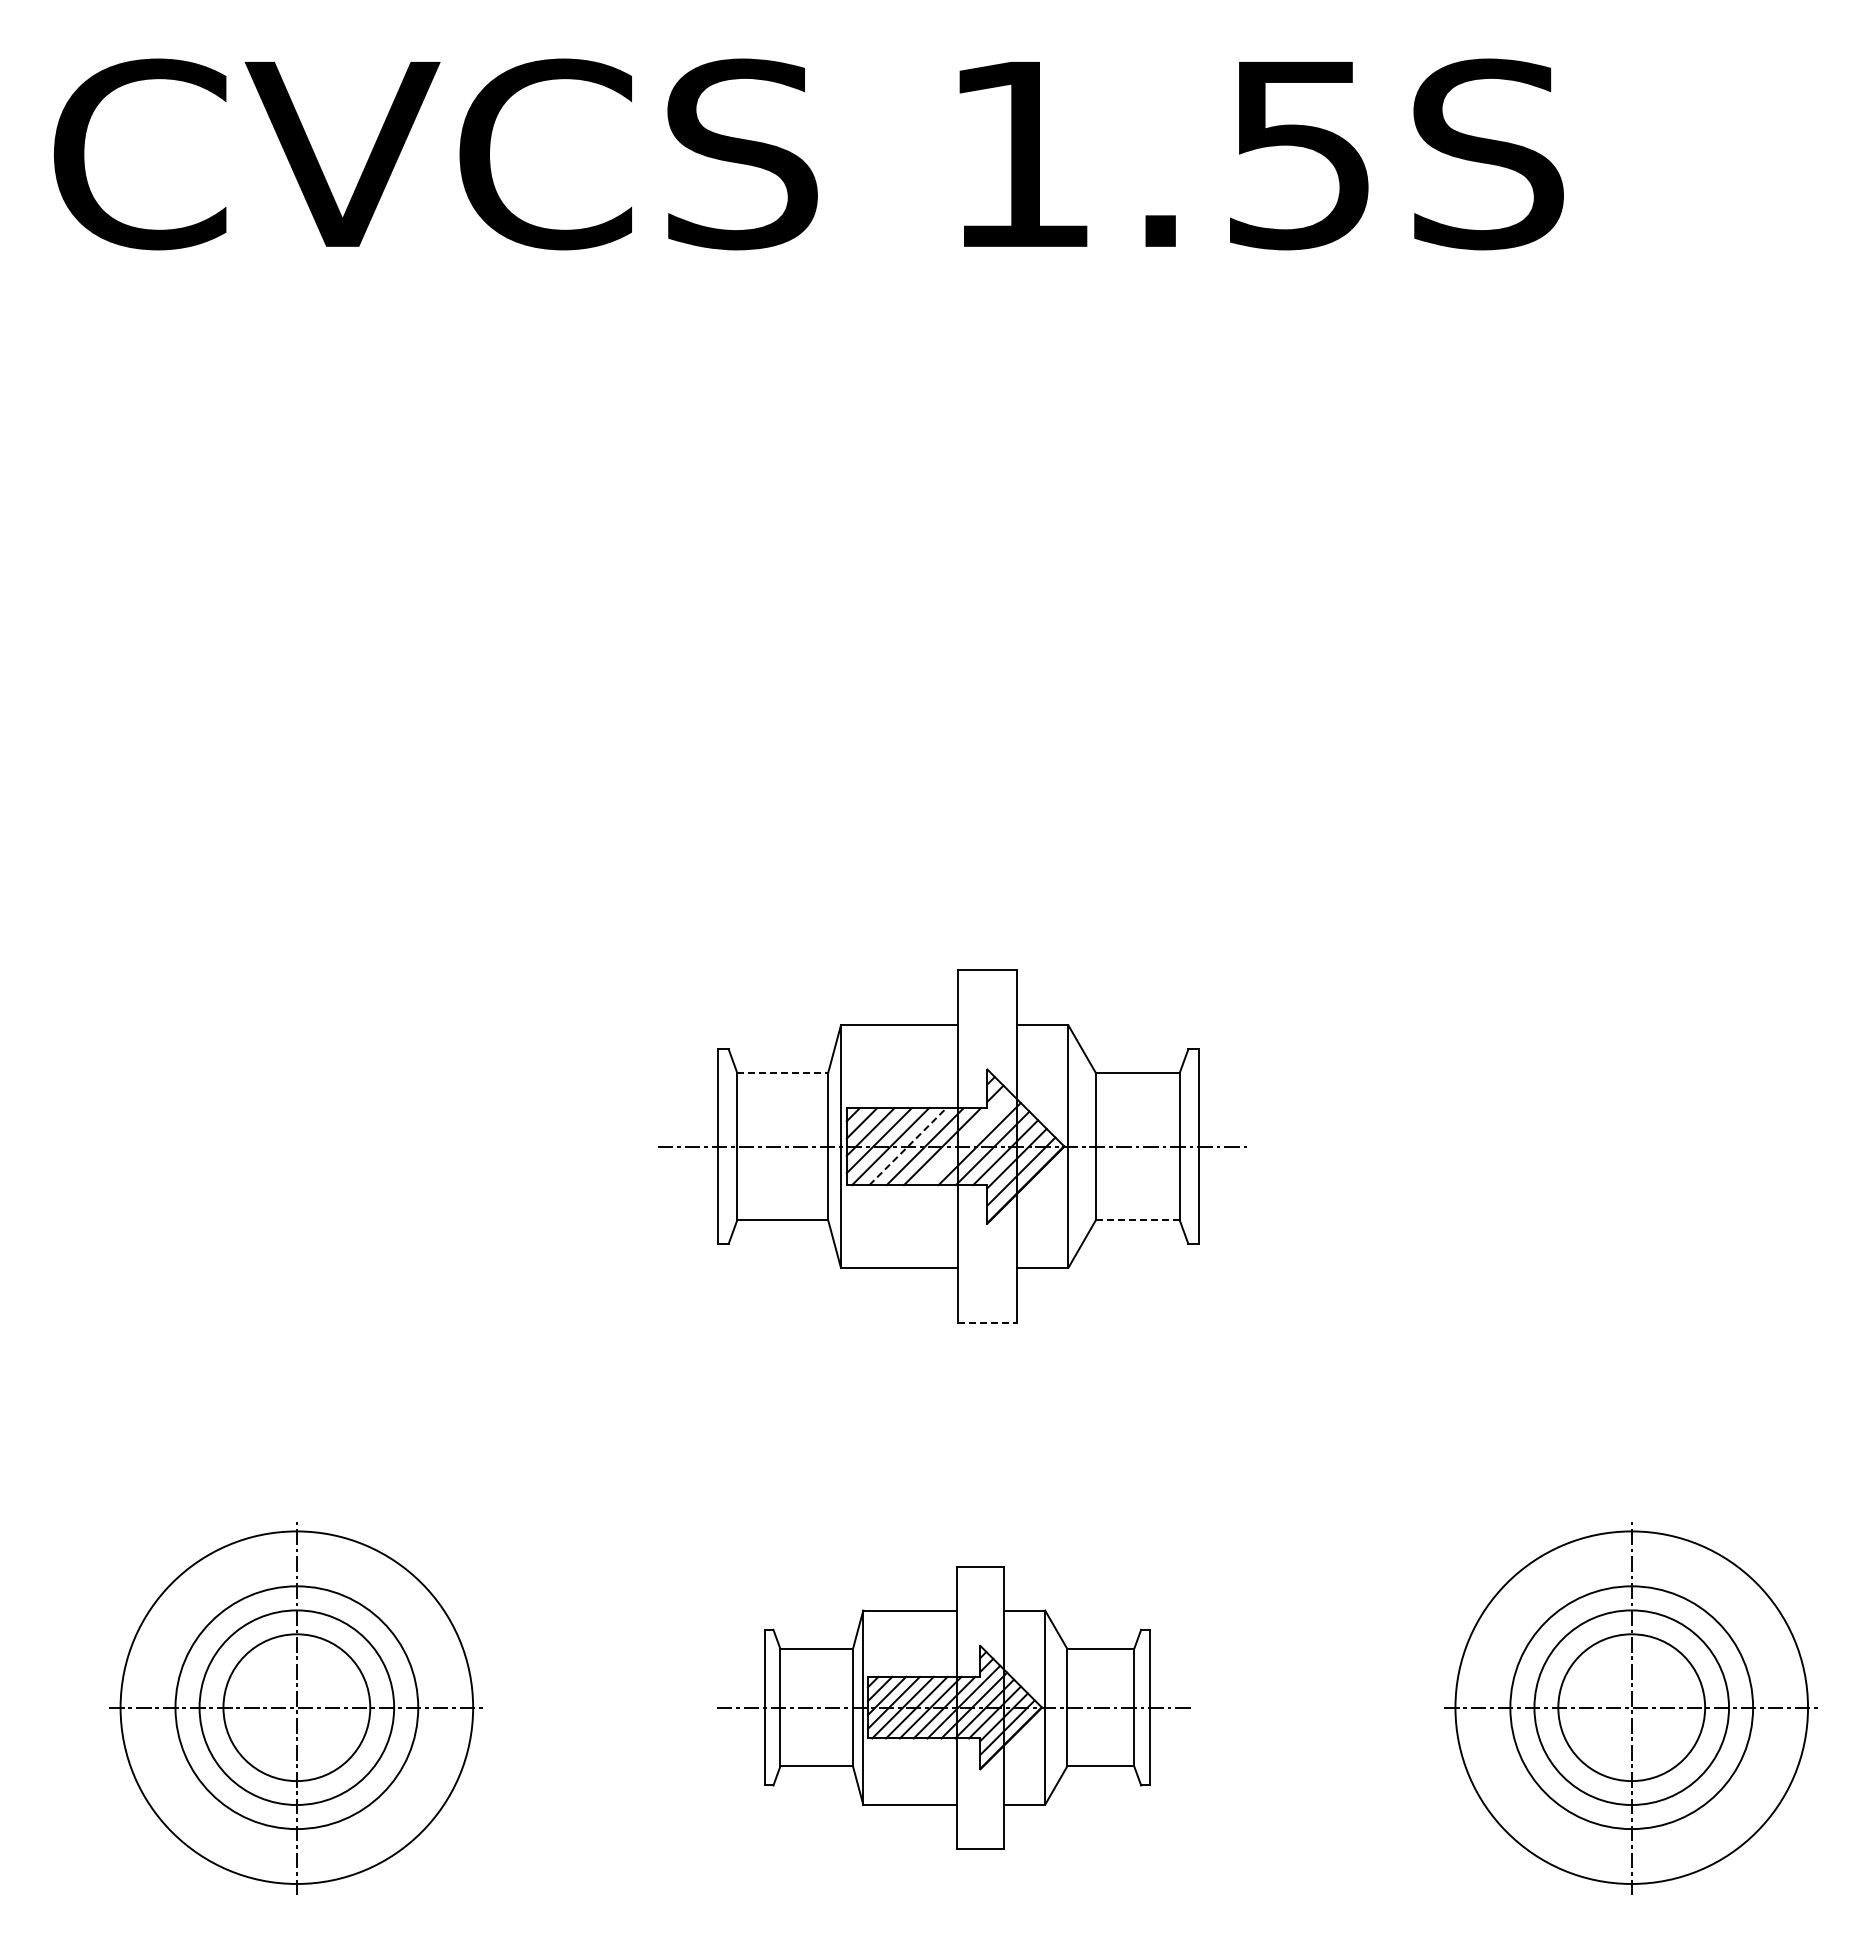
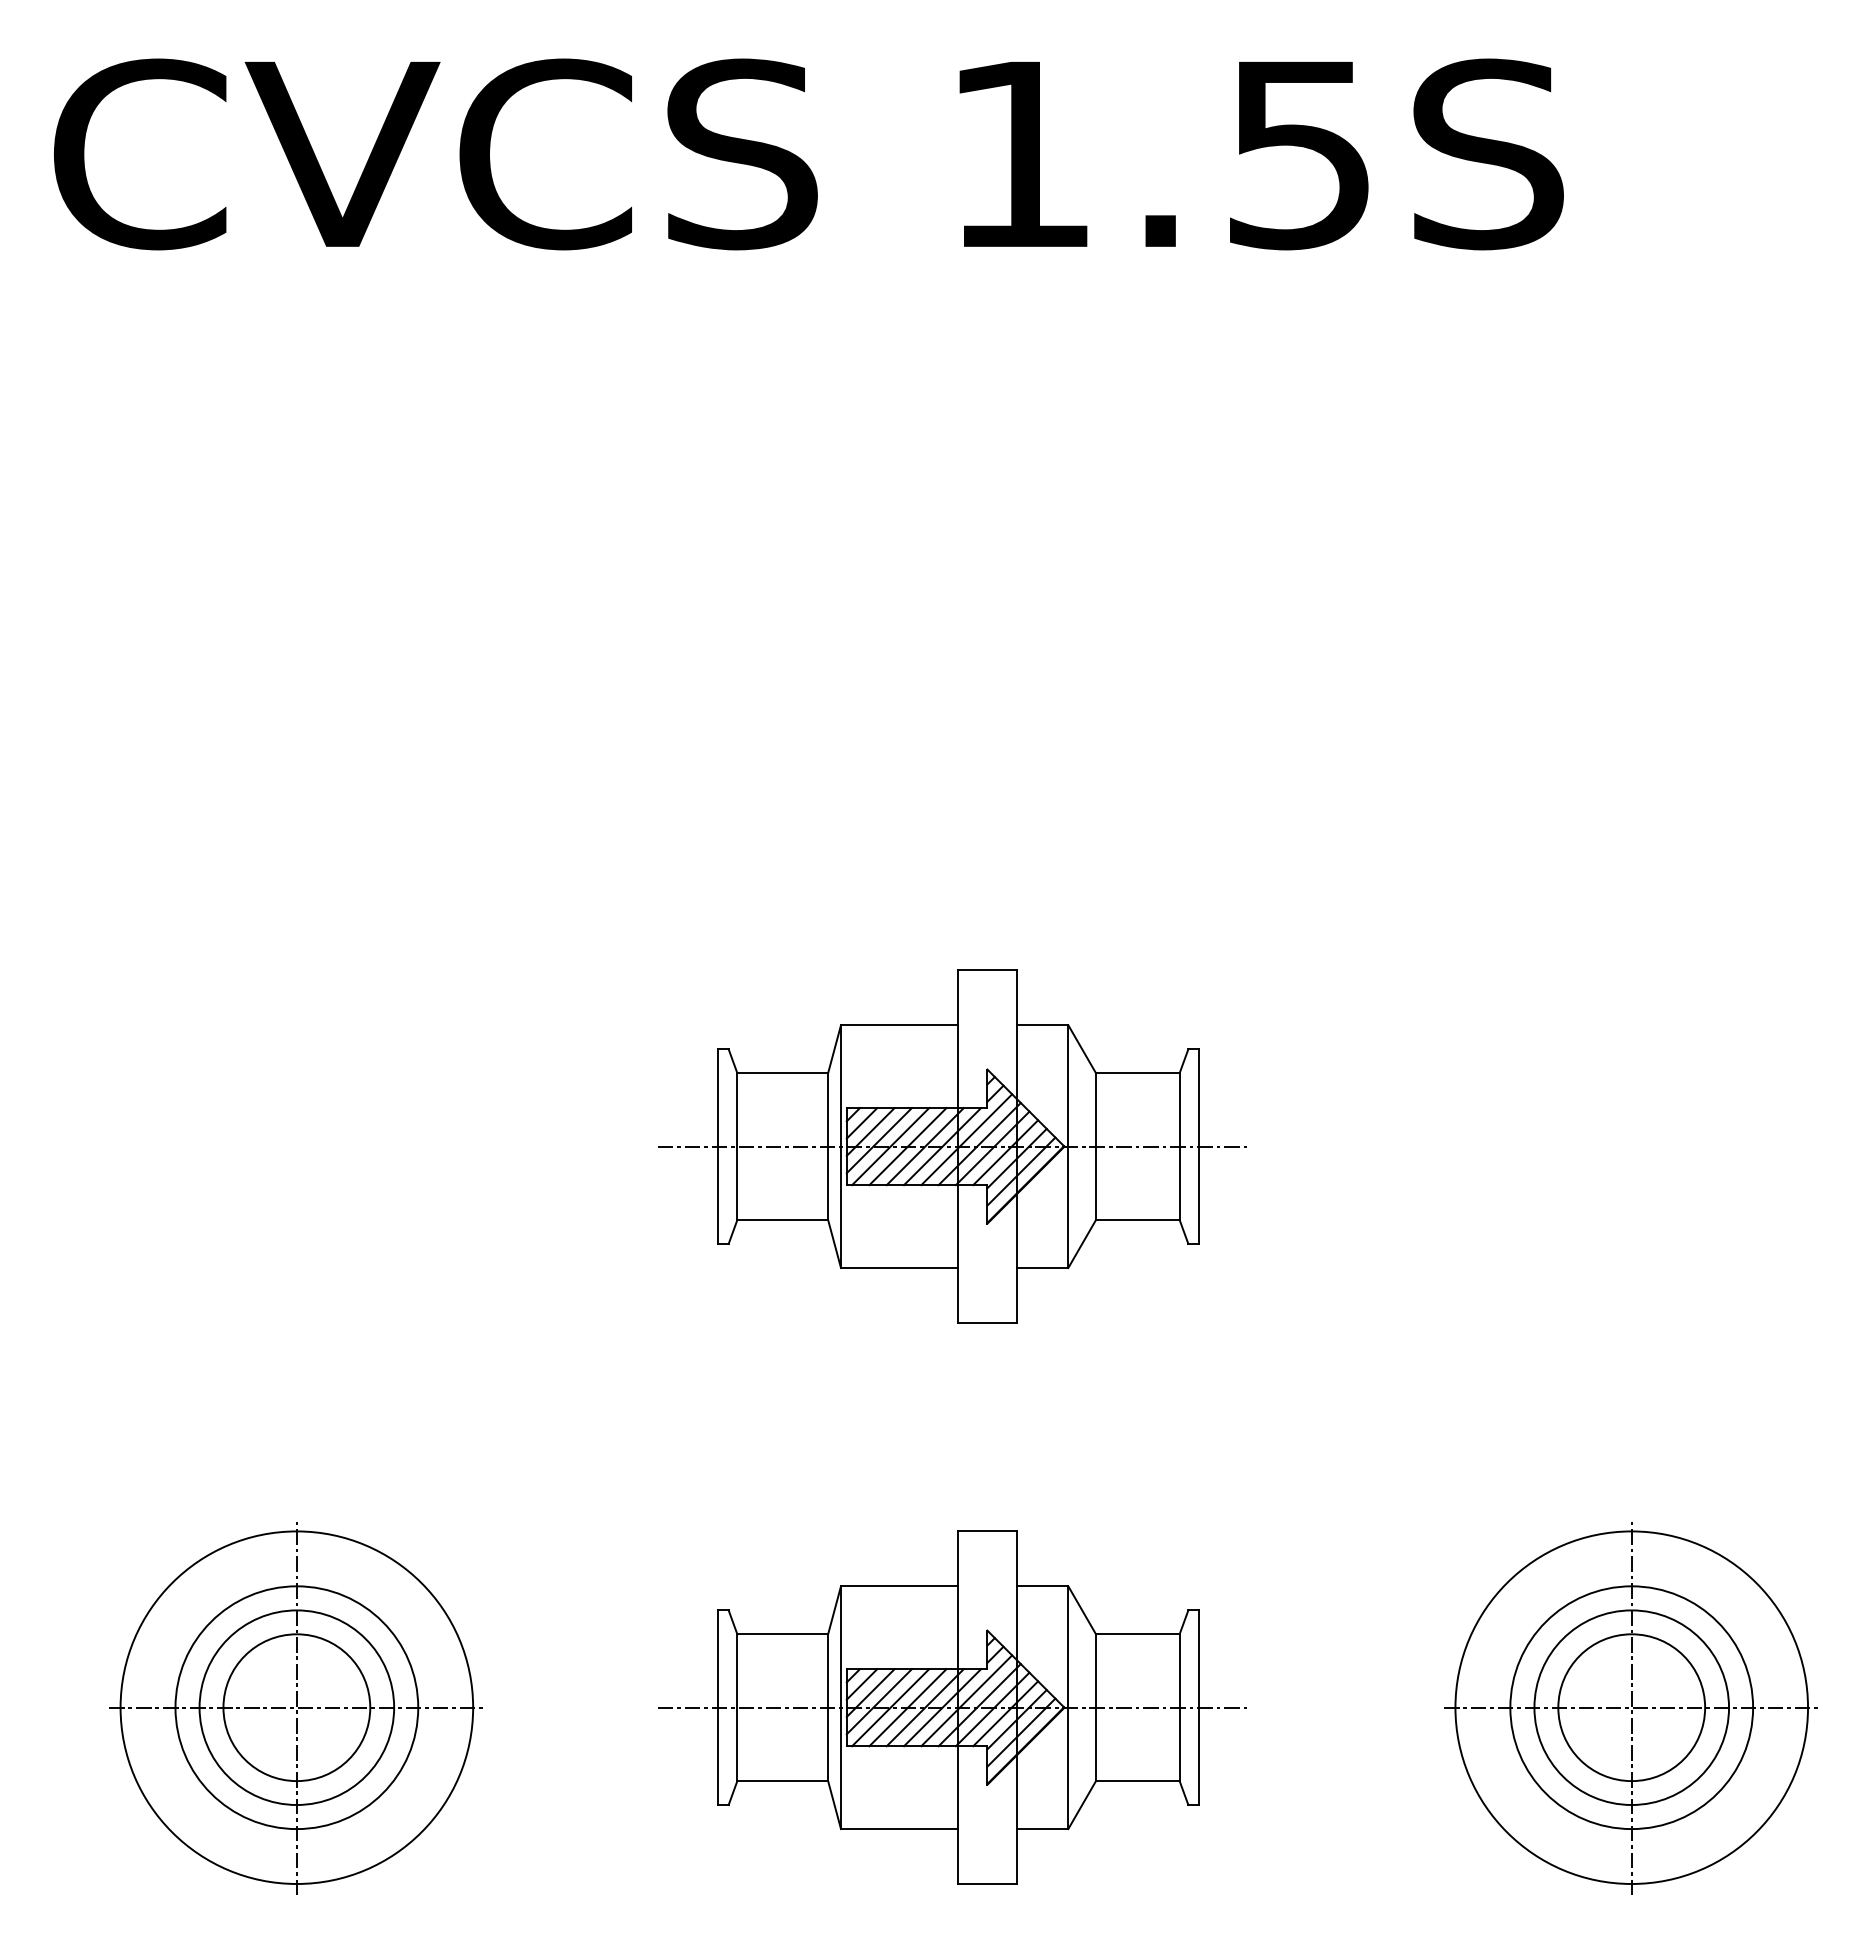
line at (783, 1073): dashed -> solid
line at (966, 1139): none -> present
line at (908, 1146): dashed -> solid
line at (1137, 1220): dashed -> solid
line at (987, 1322): dashed -> solid
part at (953, 1707) size: 474x284 px -> 589x355 px
